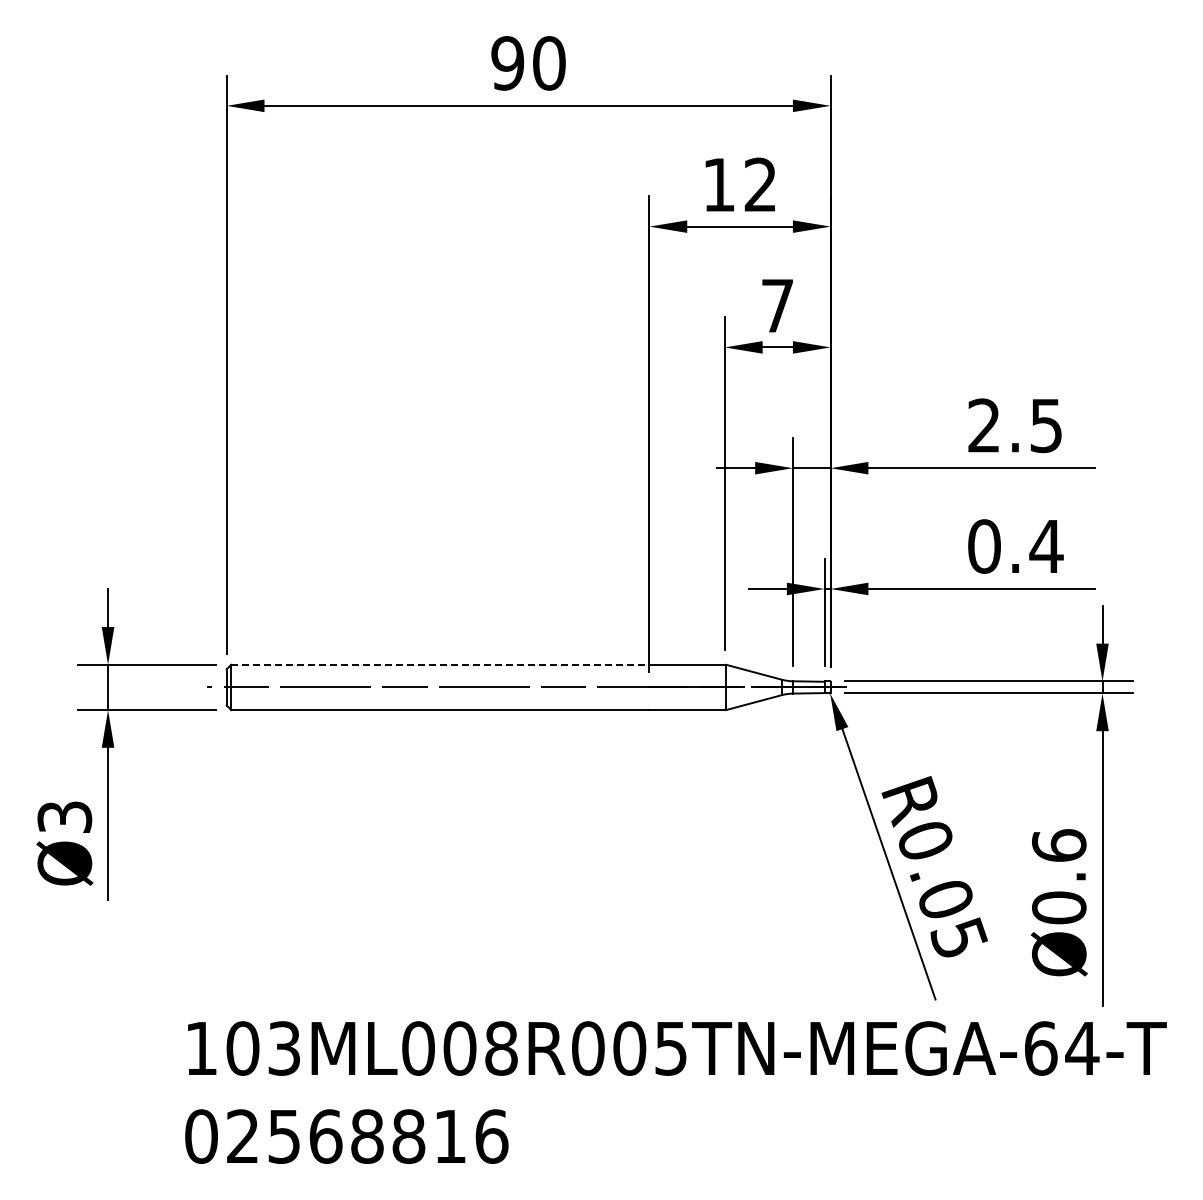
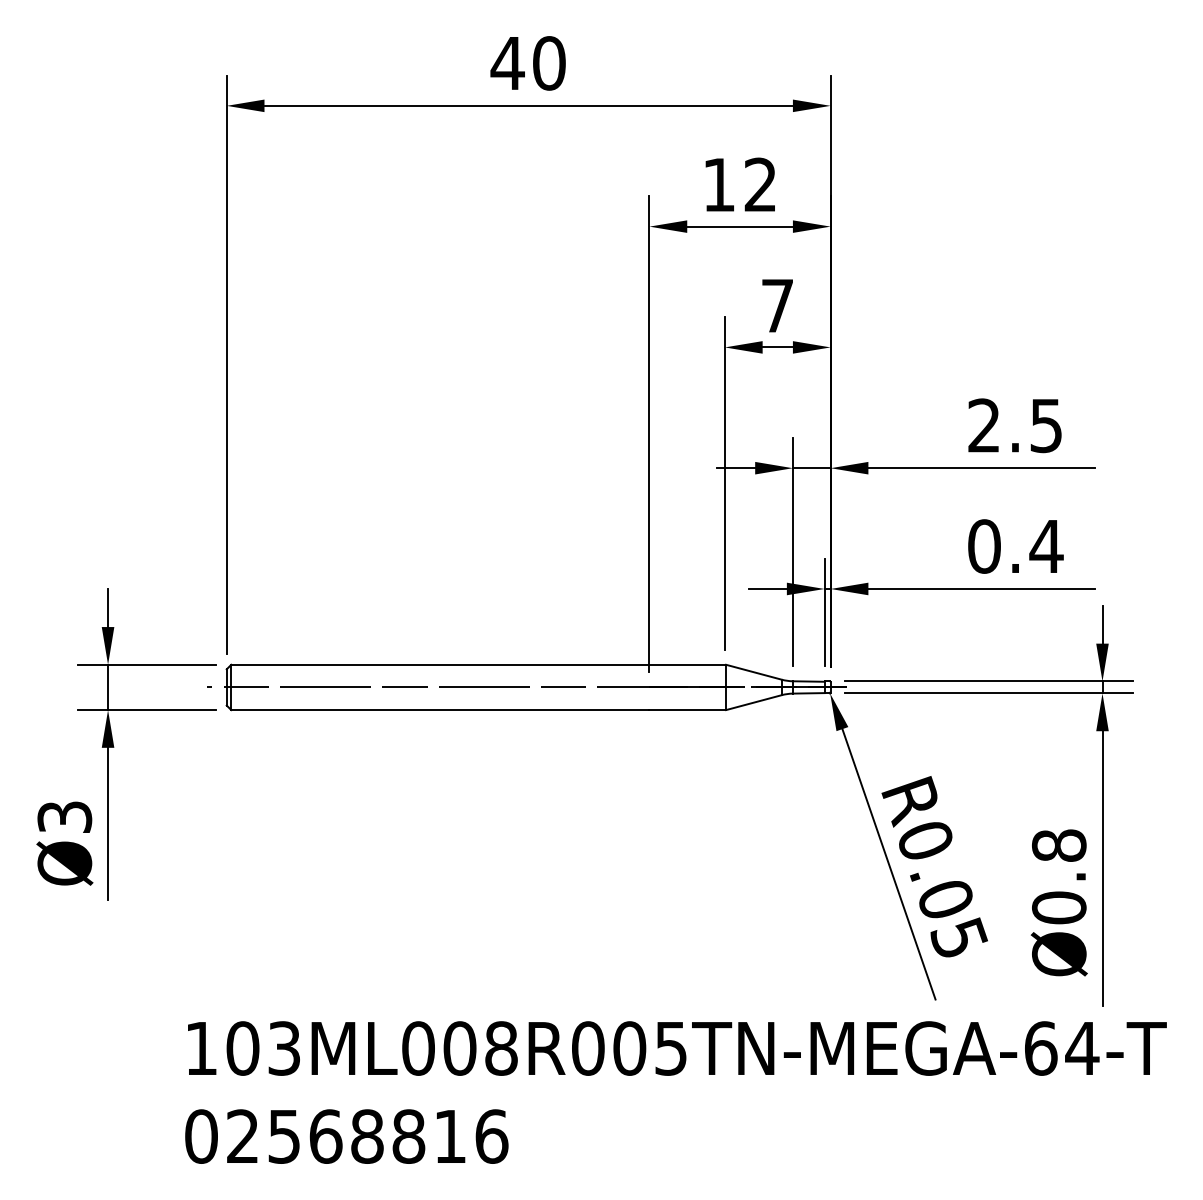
text at (507, 63): 90 -> 40
line at (440, 664): dashed -> solid
text at (1059, 845): Ø0.6 -> Ø0.8
